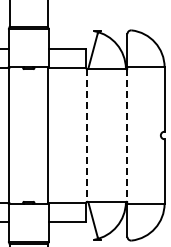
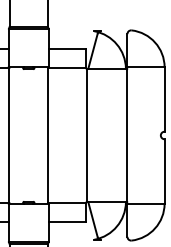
line at (86, 135): dashed -> solid
line at (126, 135): dashed -> solid
